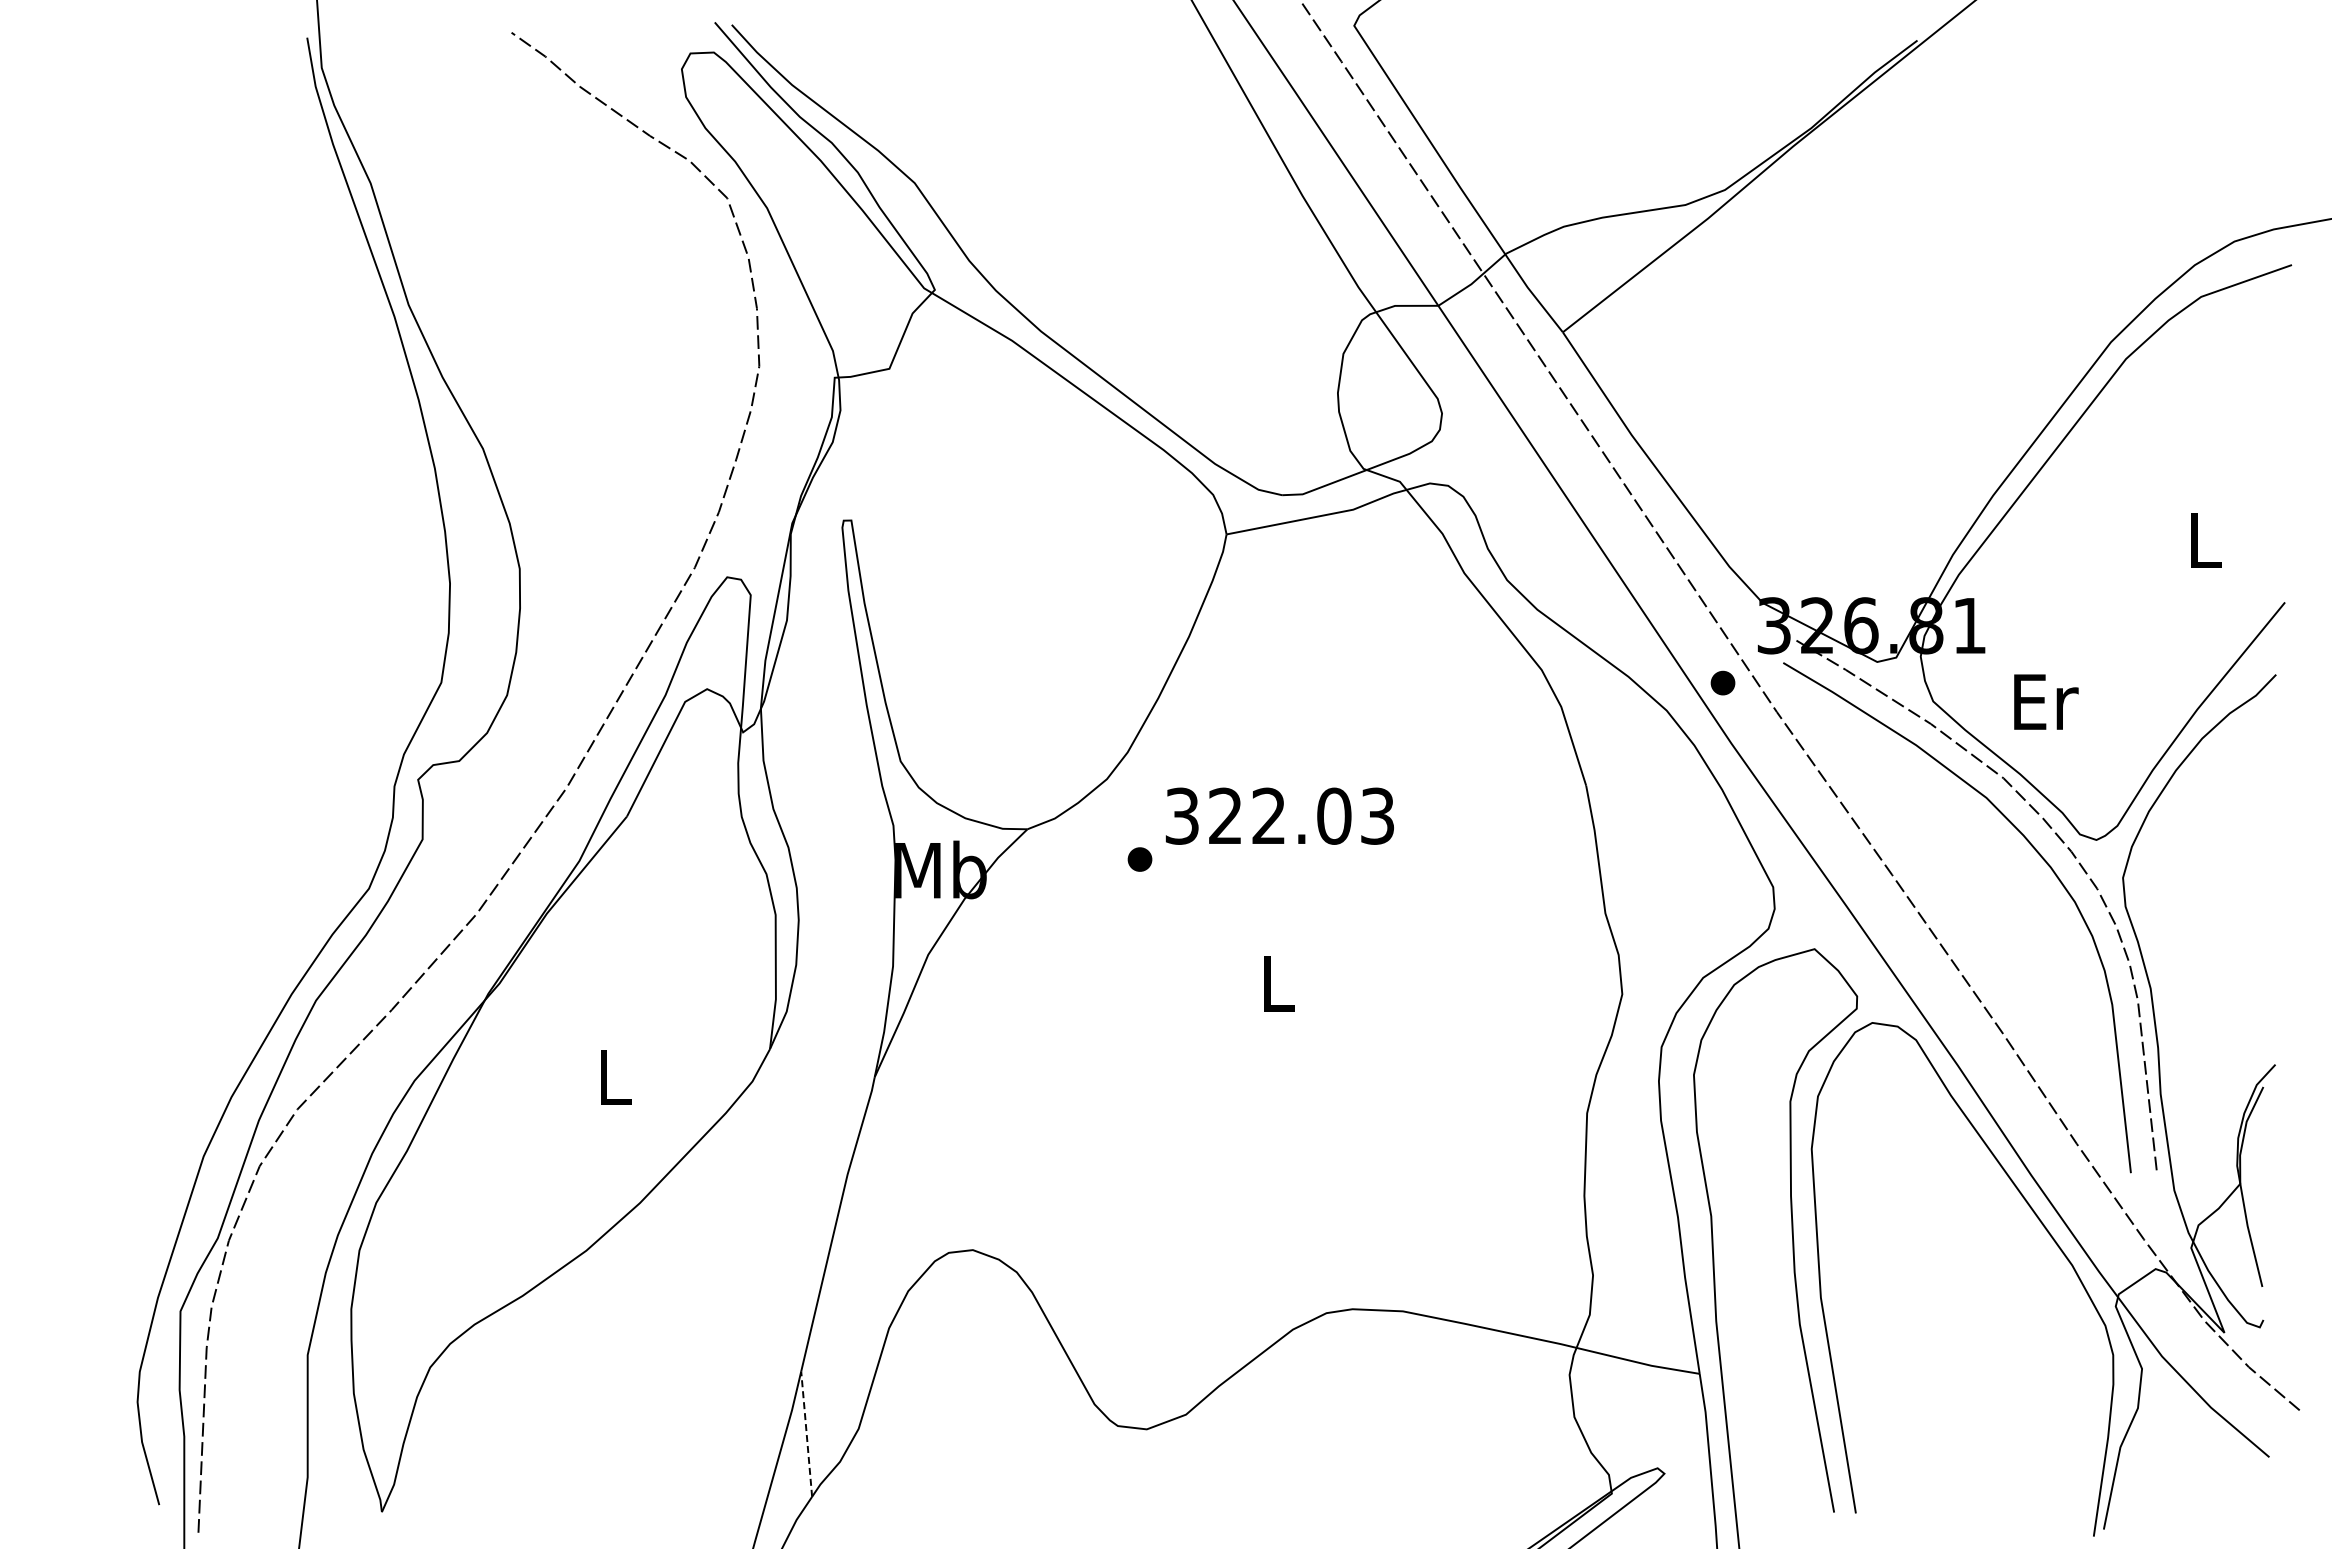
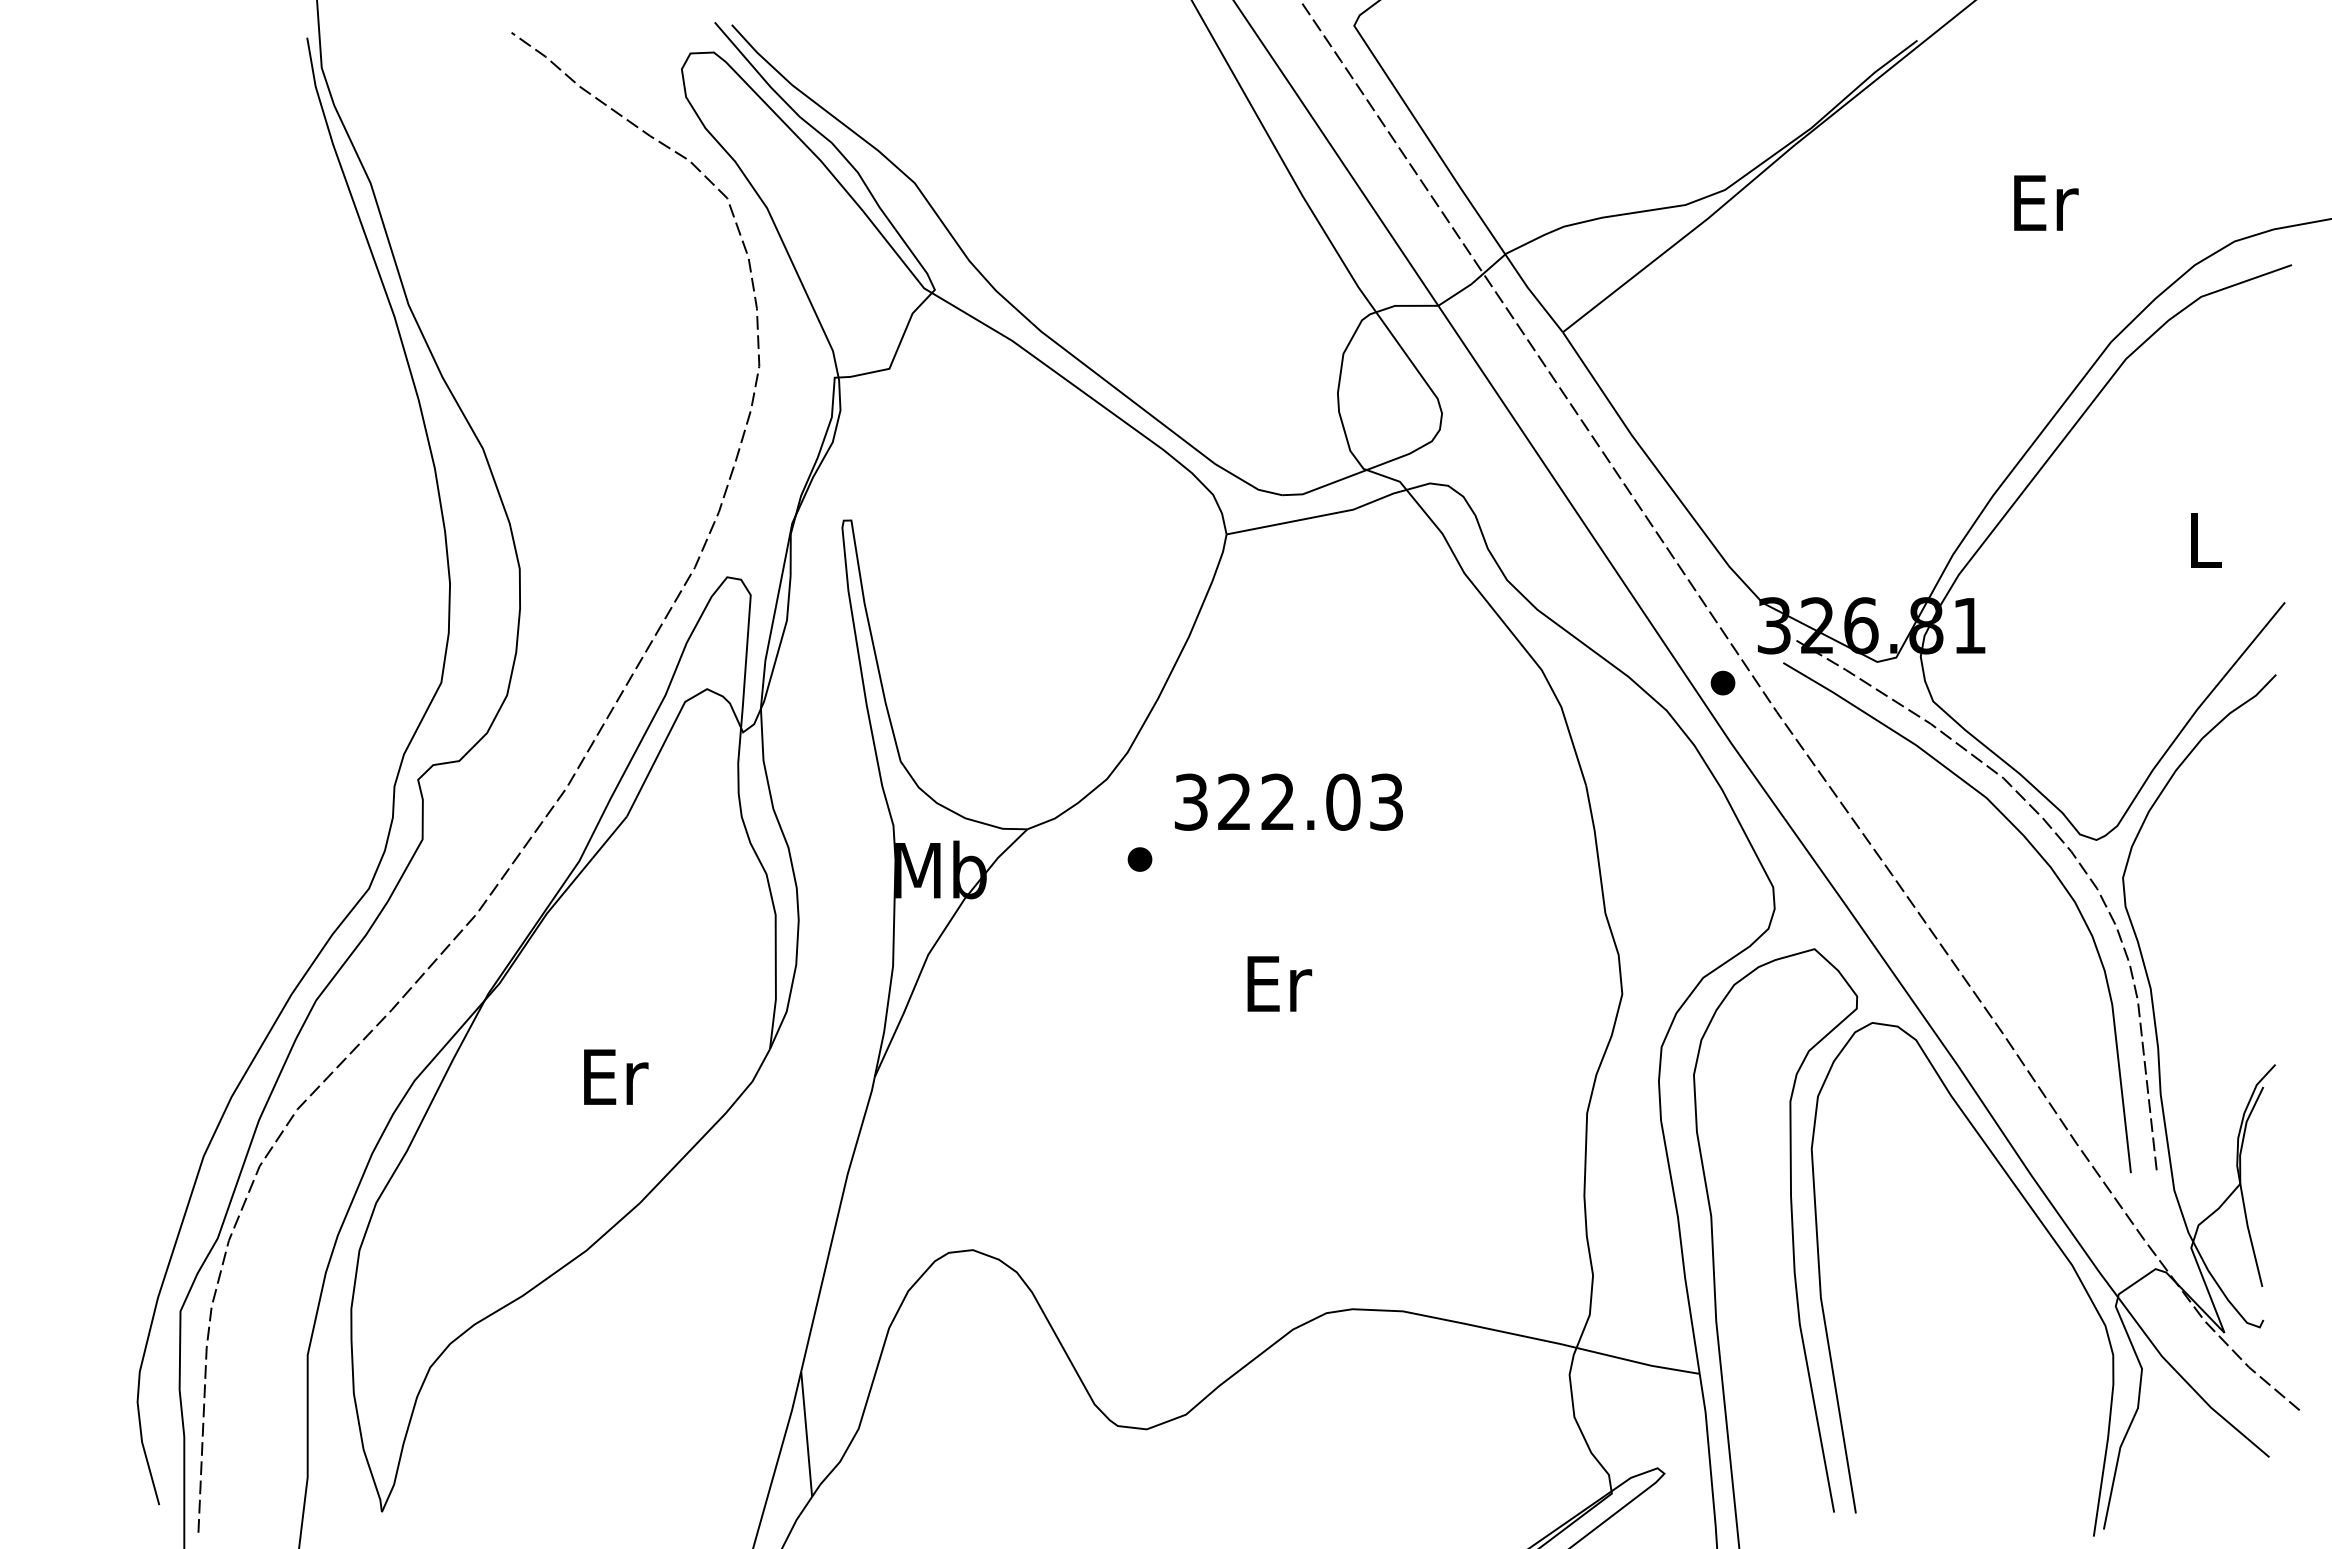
text at (2046, 701) position: (2046, 701) -> (2046, 202)
text at (1279, 815) position: (1279, 815) -> (1288, 801)
text at (1279, 983): L -> Er
text at (616, 1076): L -> Er
line at (806, 1433): dashed -> solid
